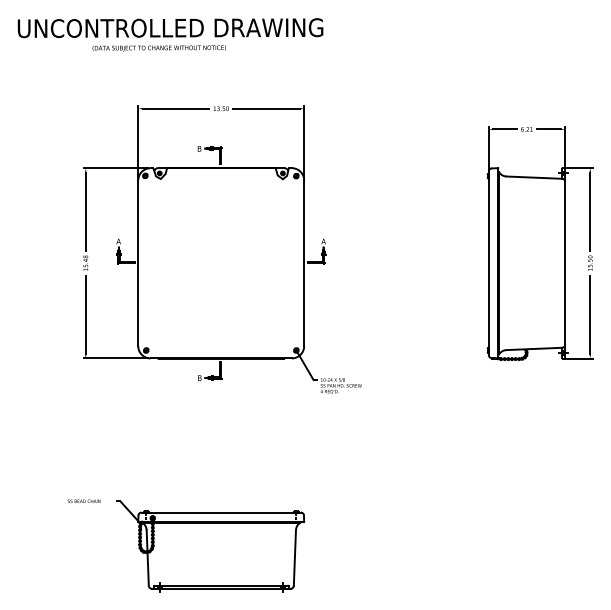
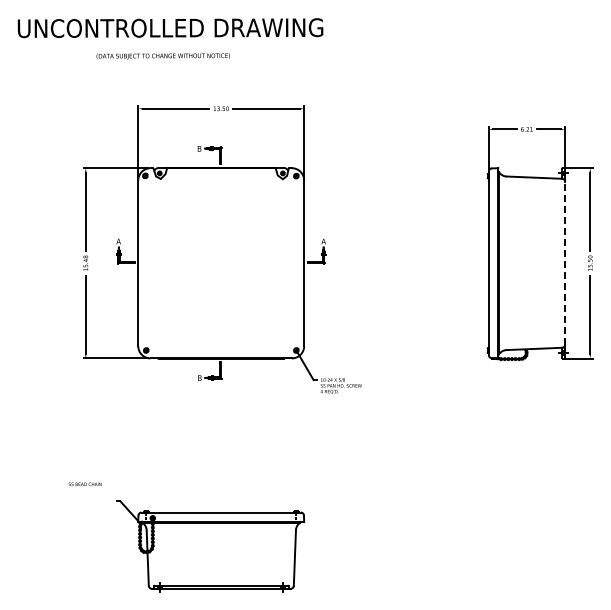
text at (158, 48) position: (158, 48) -> (162, 56)
line at (565, 262): solid -> dashed
text at (83, 500) position: (83, 500) -> (84, 483)
